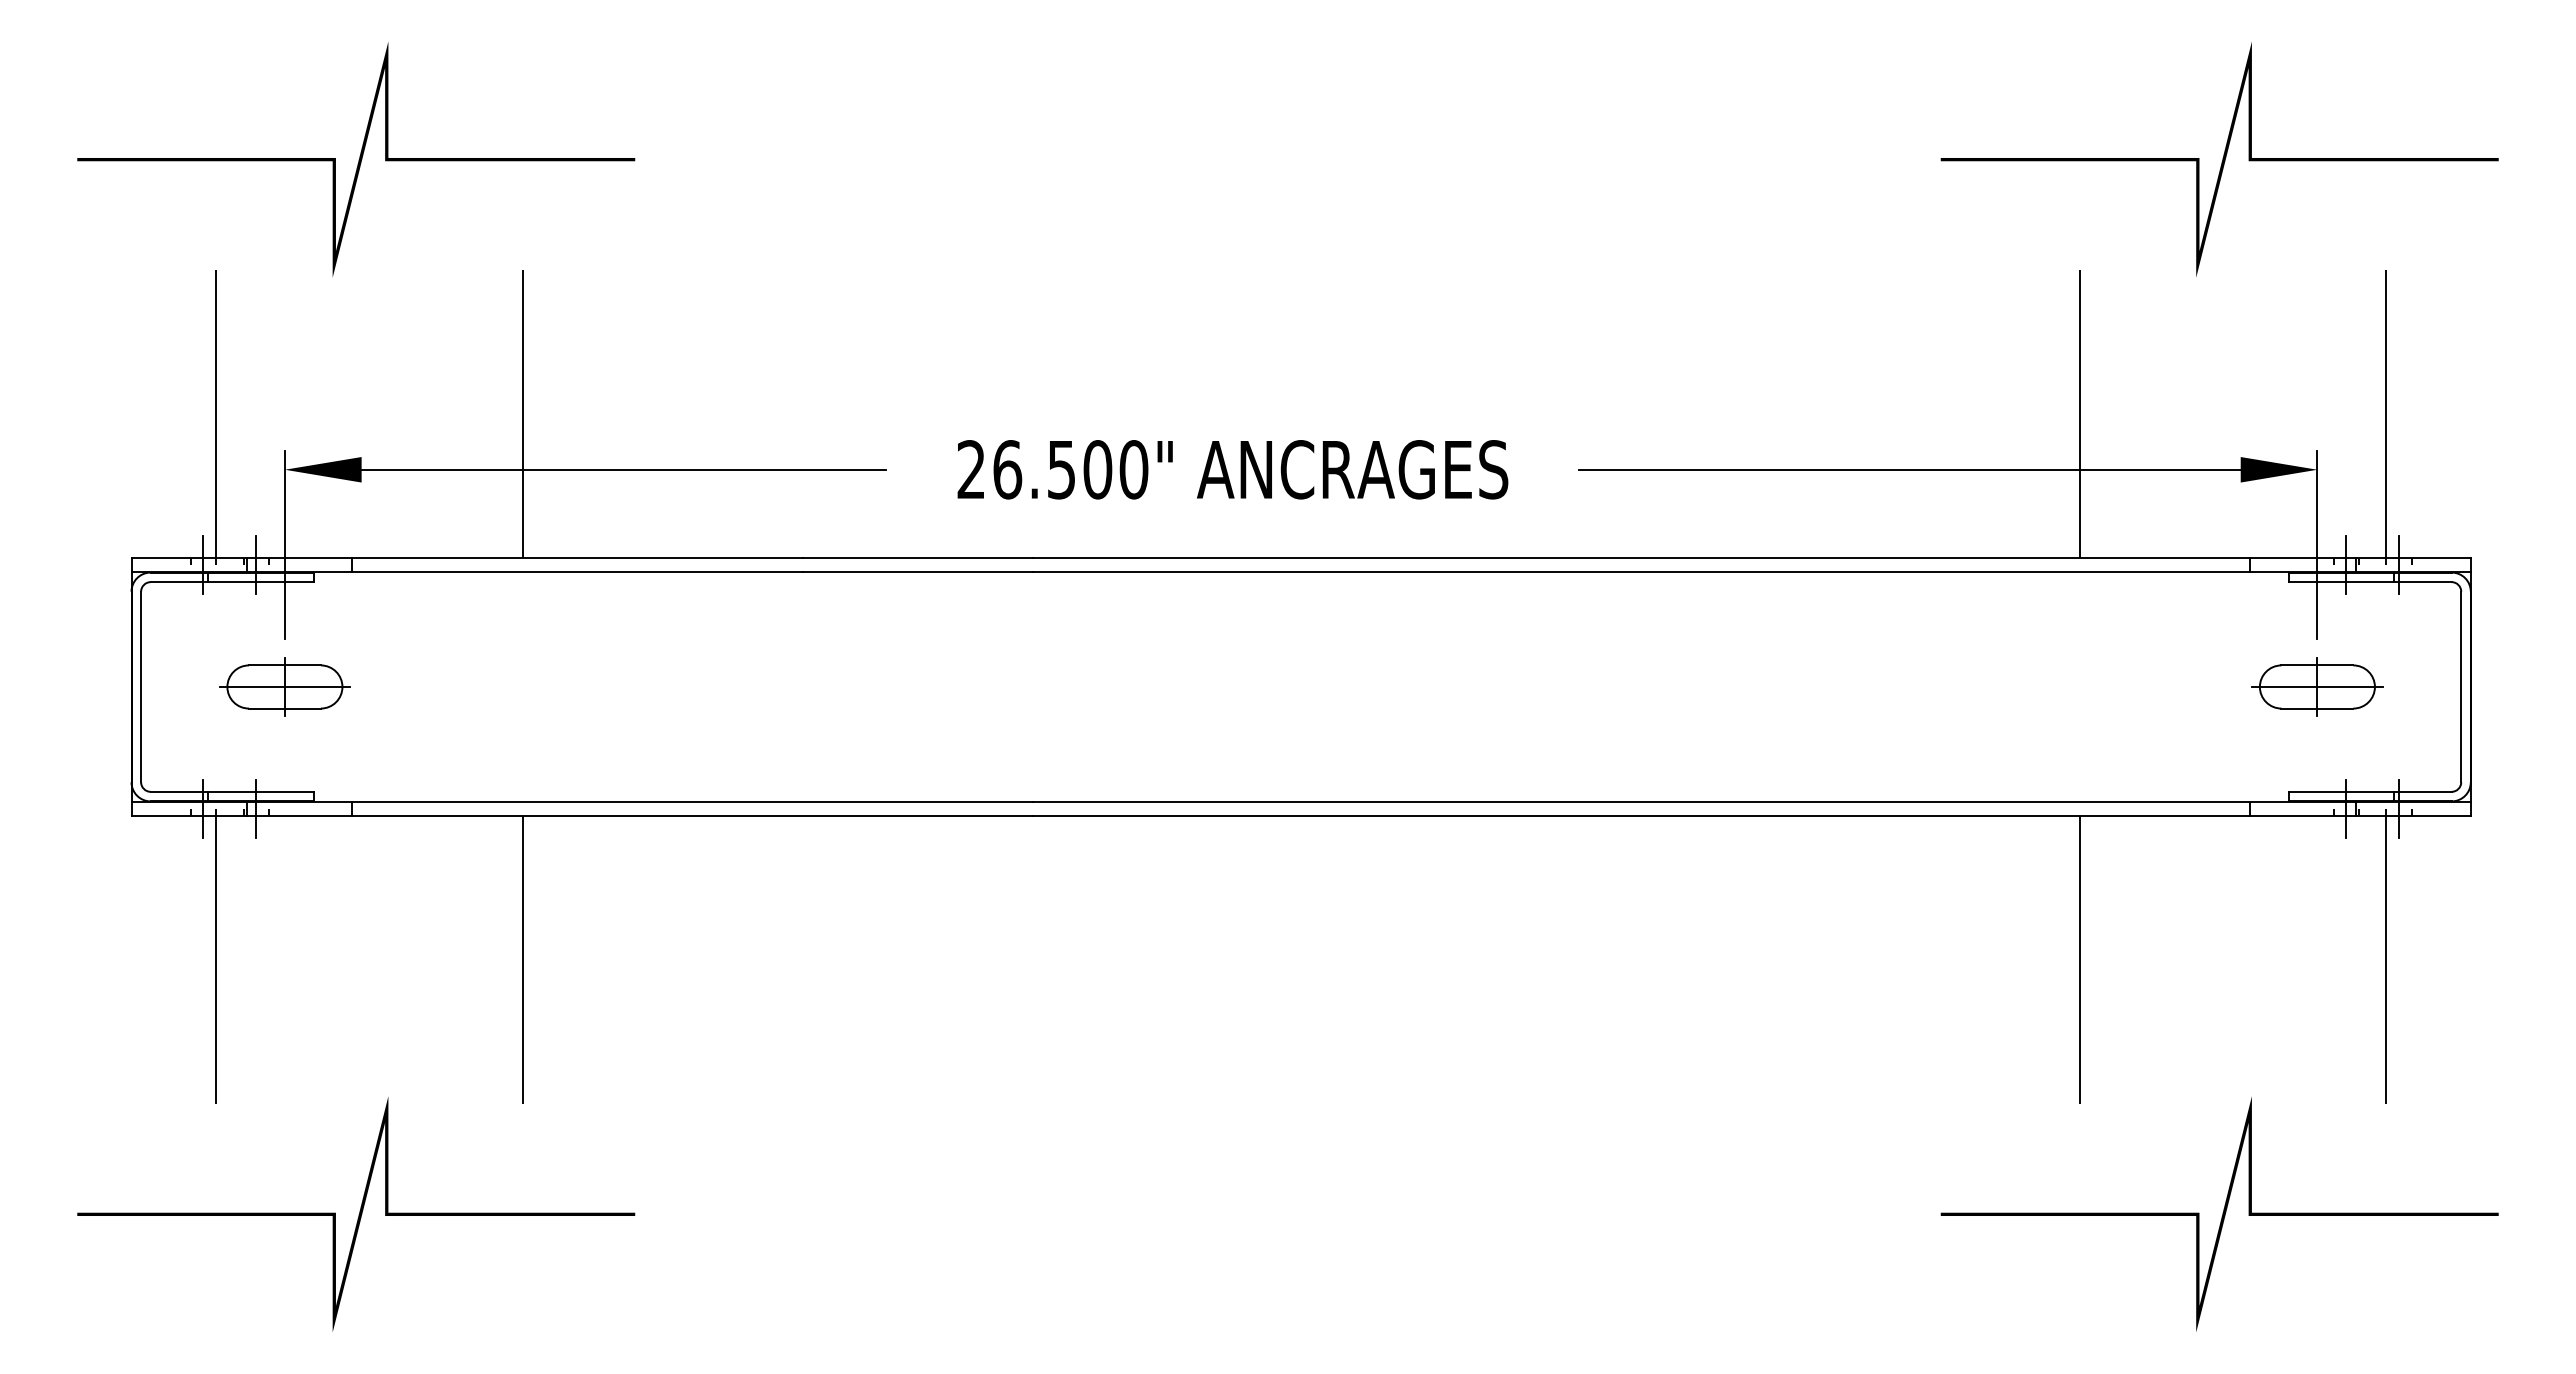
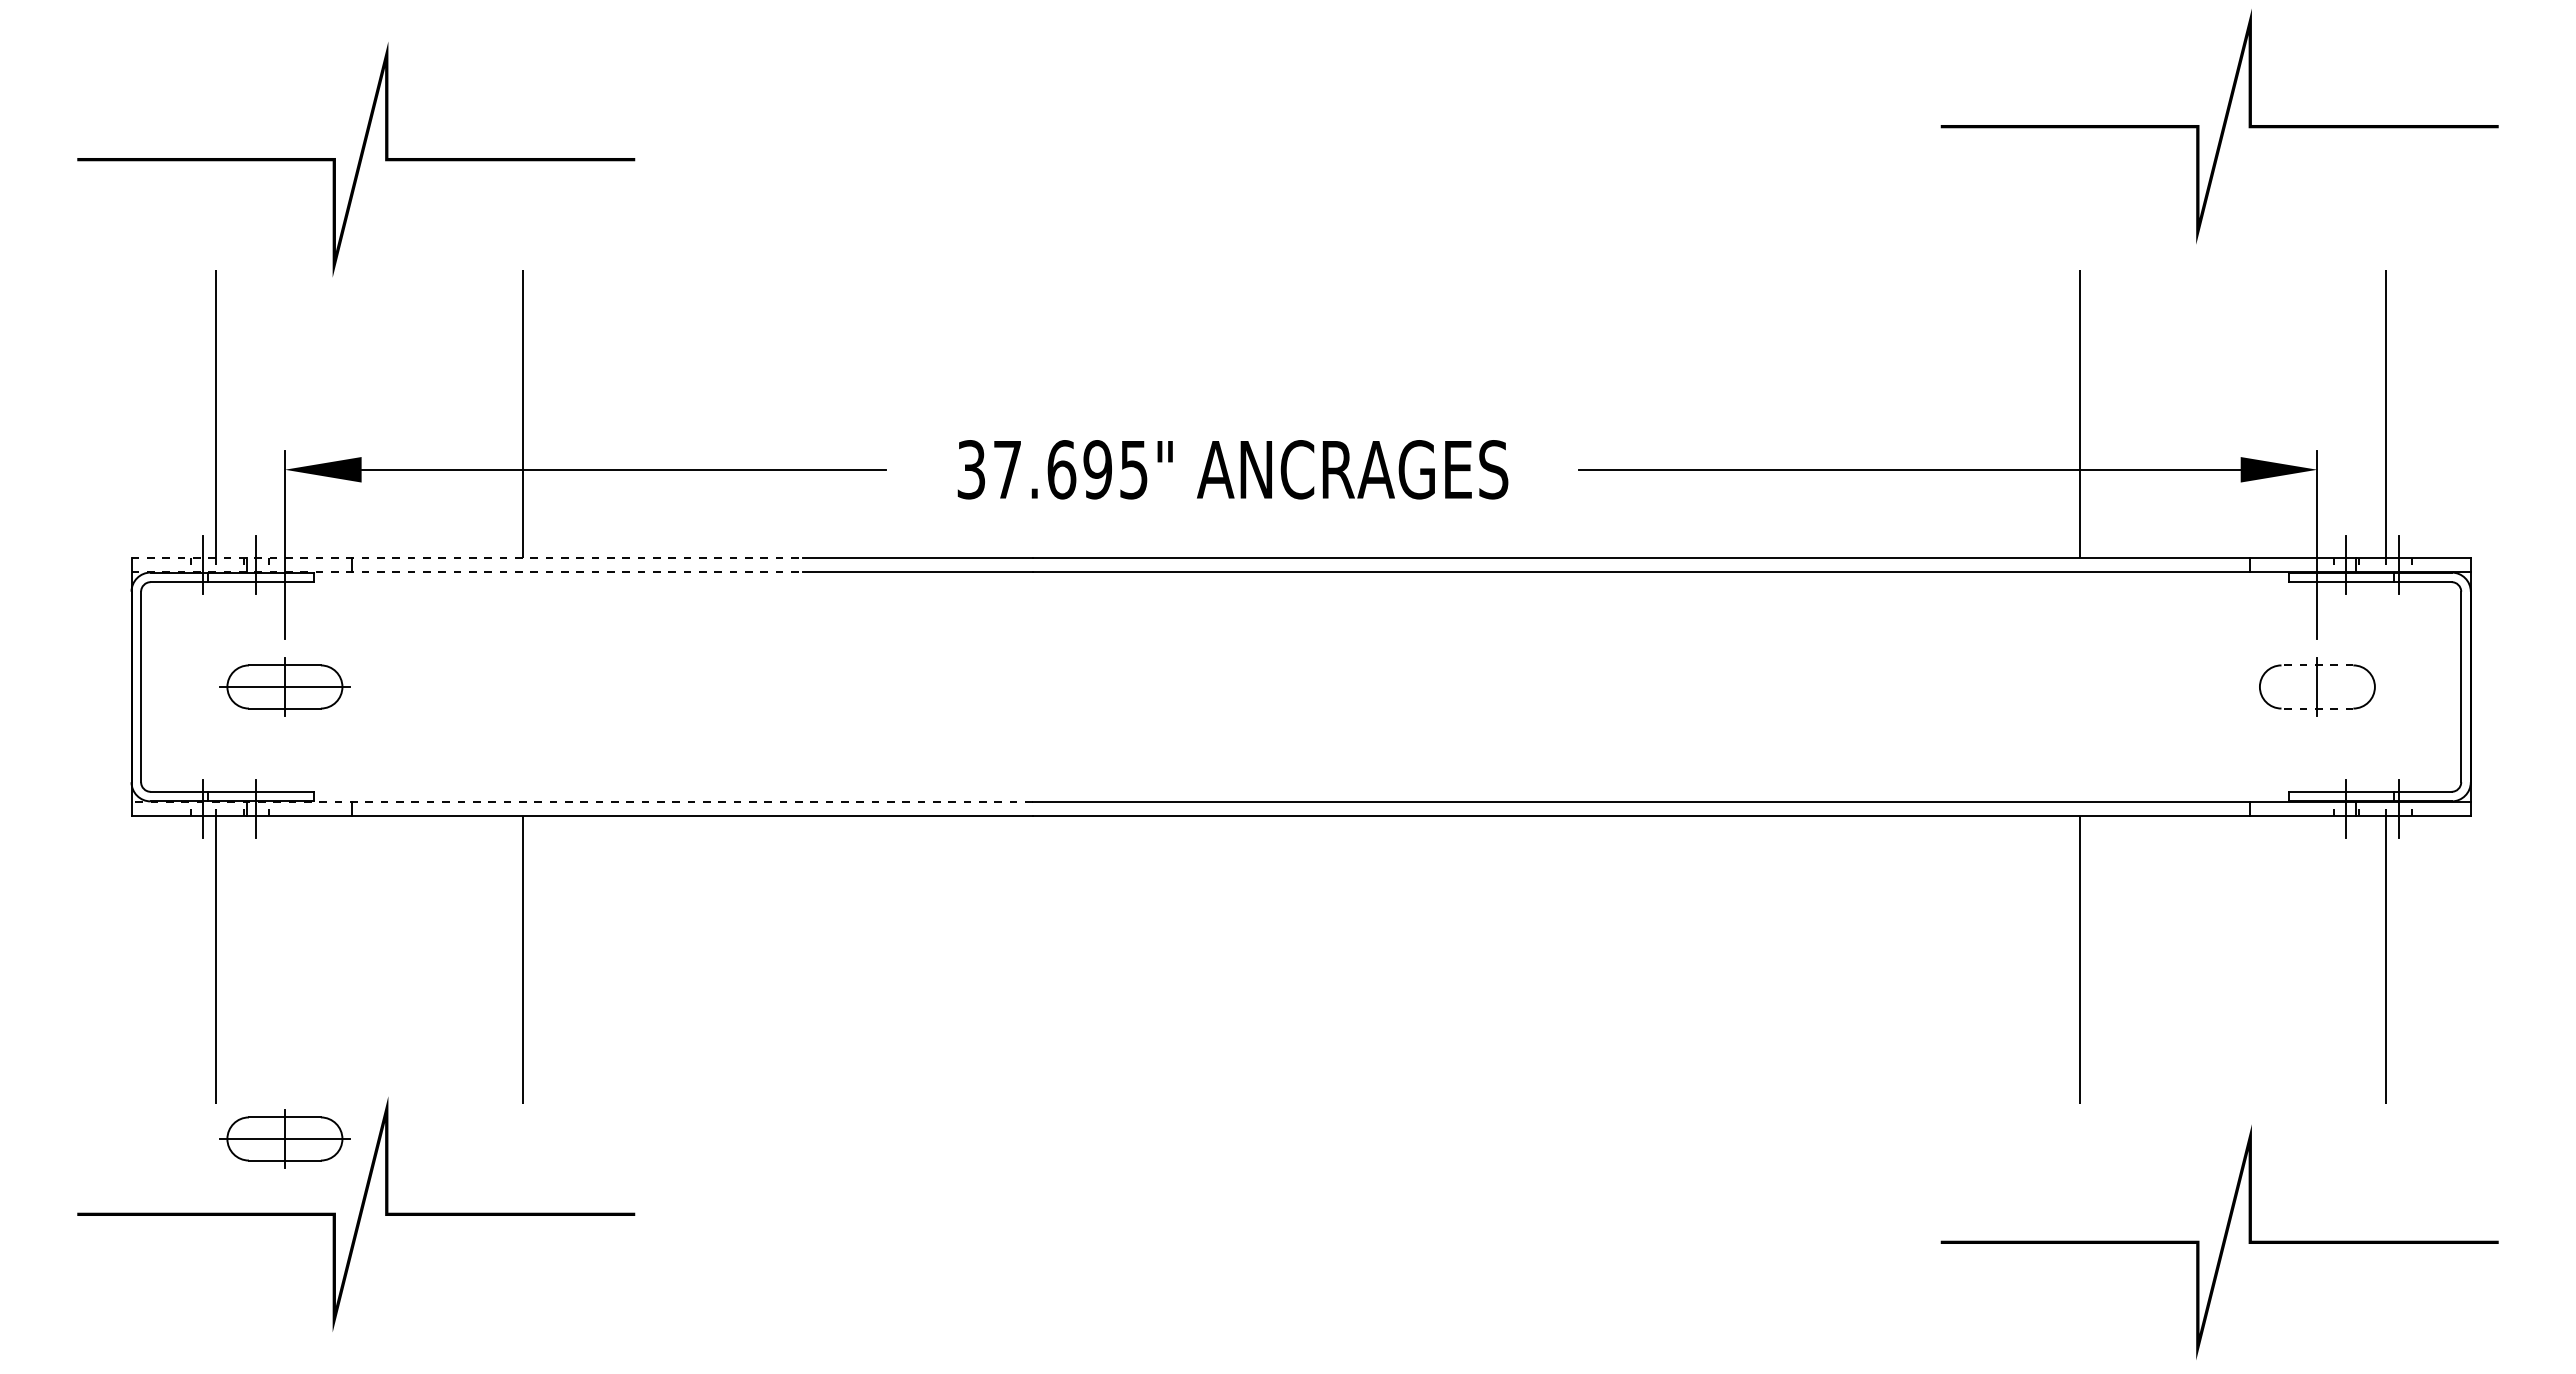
curve at (2222, 159) position: (2222, 159) -> (2222, 126)
text at (1052, 469): 26.500" -> 37.695"
line at (467, 557): solid -> dashed
line at (467, 571): solid -> dashed
line at (2317, 665): solid -> dashed
line at (2317, 687): present -> none
line at (2317, 708): solid -> dashed
line at (582, 802): solid -> dashed
part at (284, 1138): none -> present
curve at (2221, 1216) position: (2221, 1216) -> (2221, 1244)
